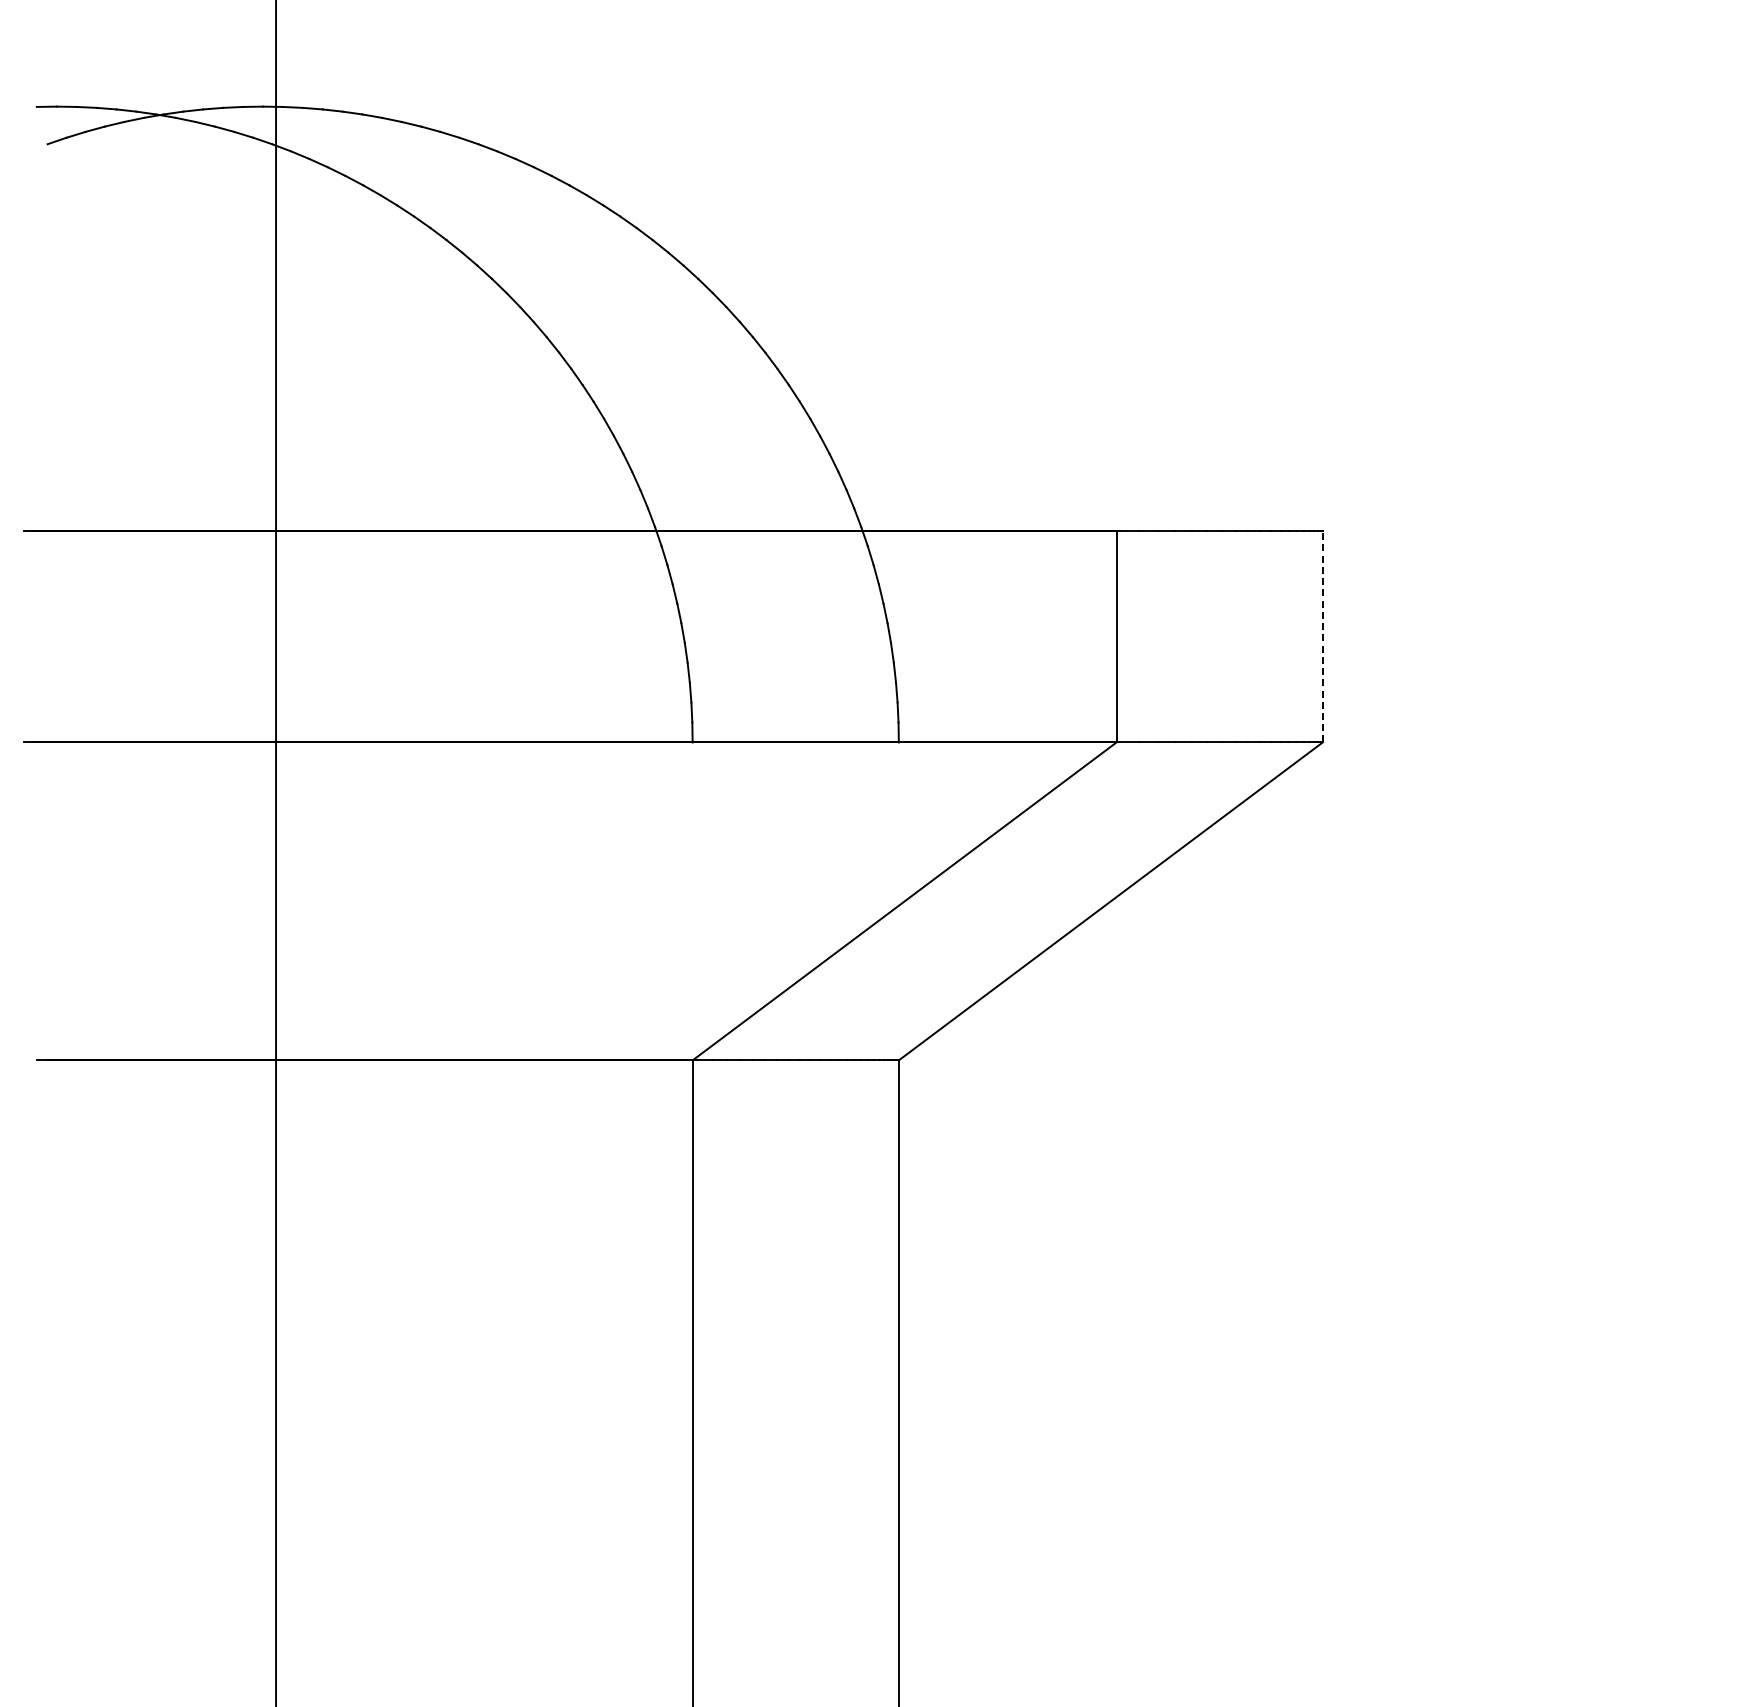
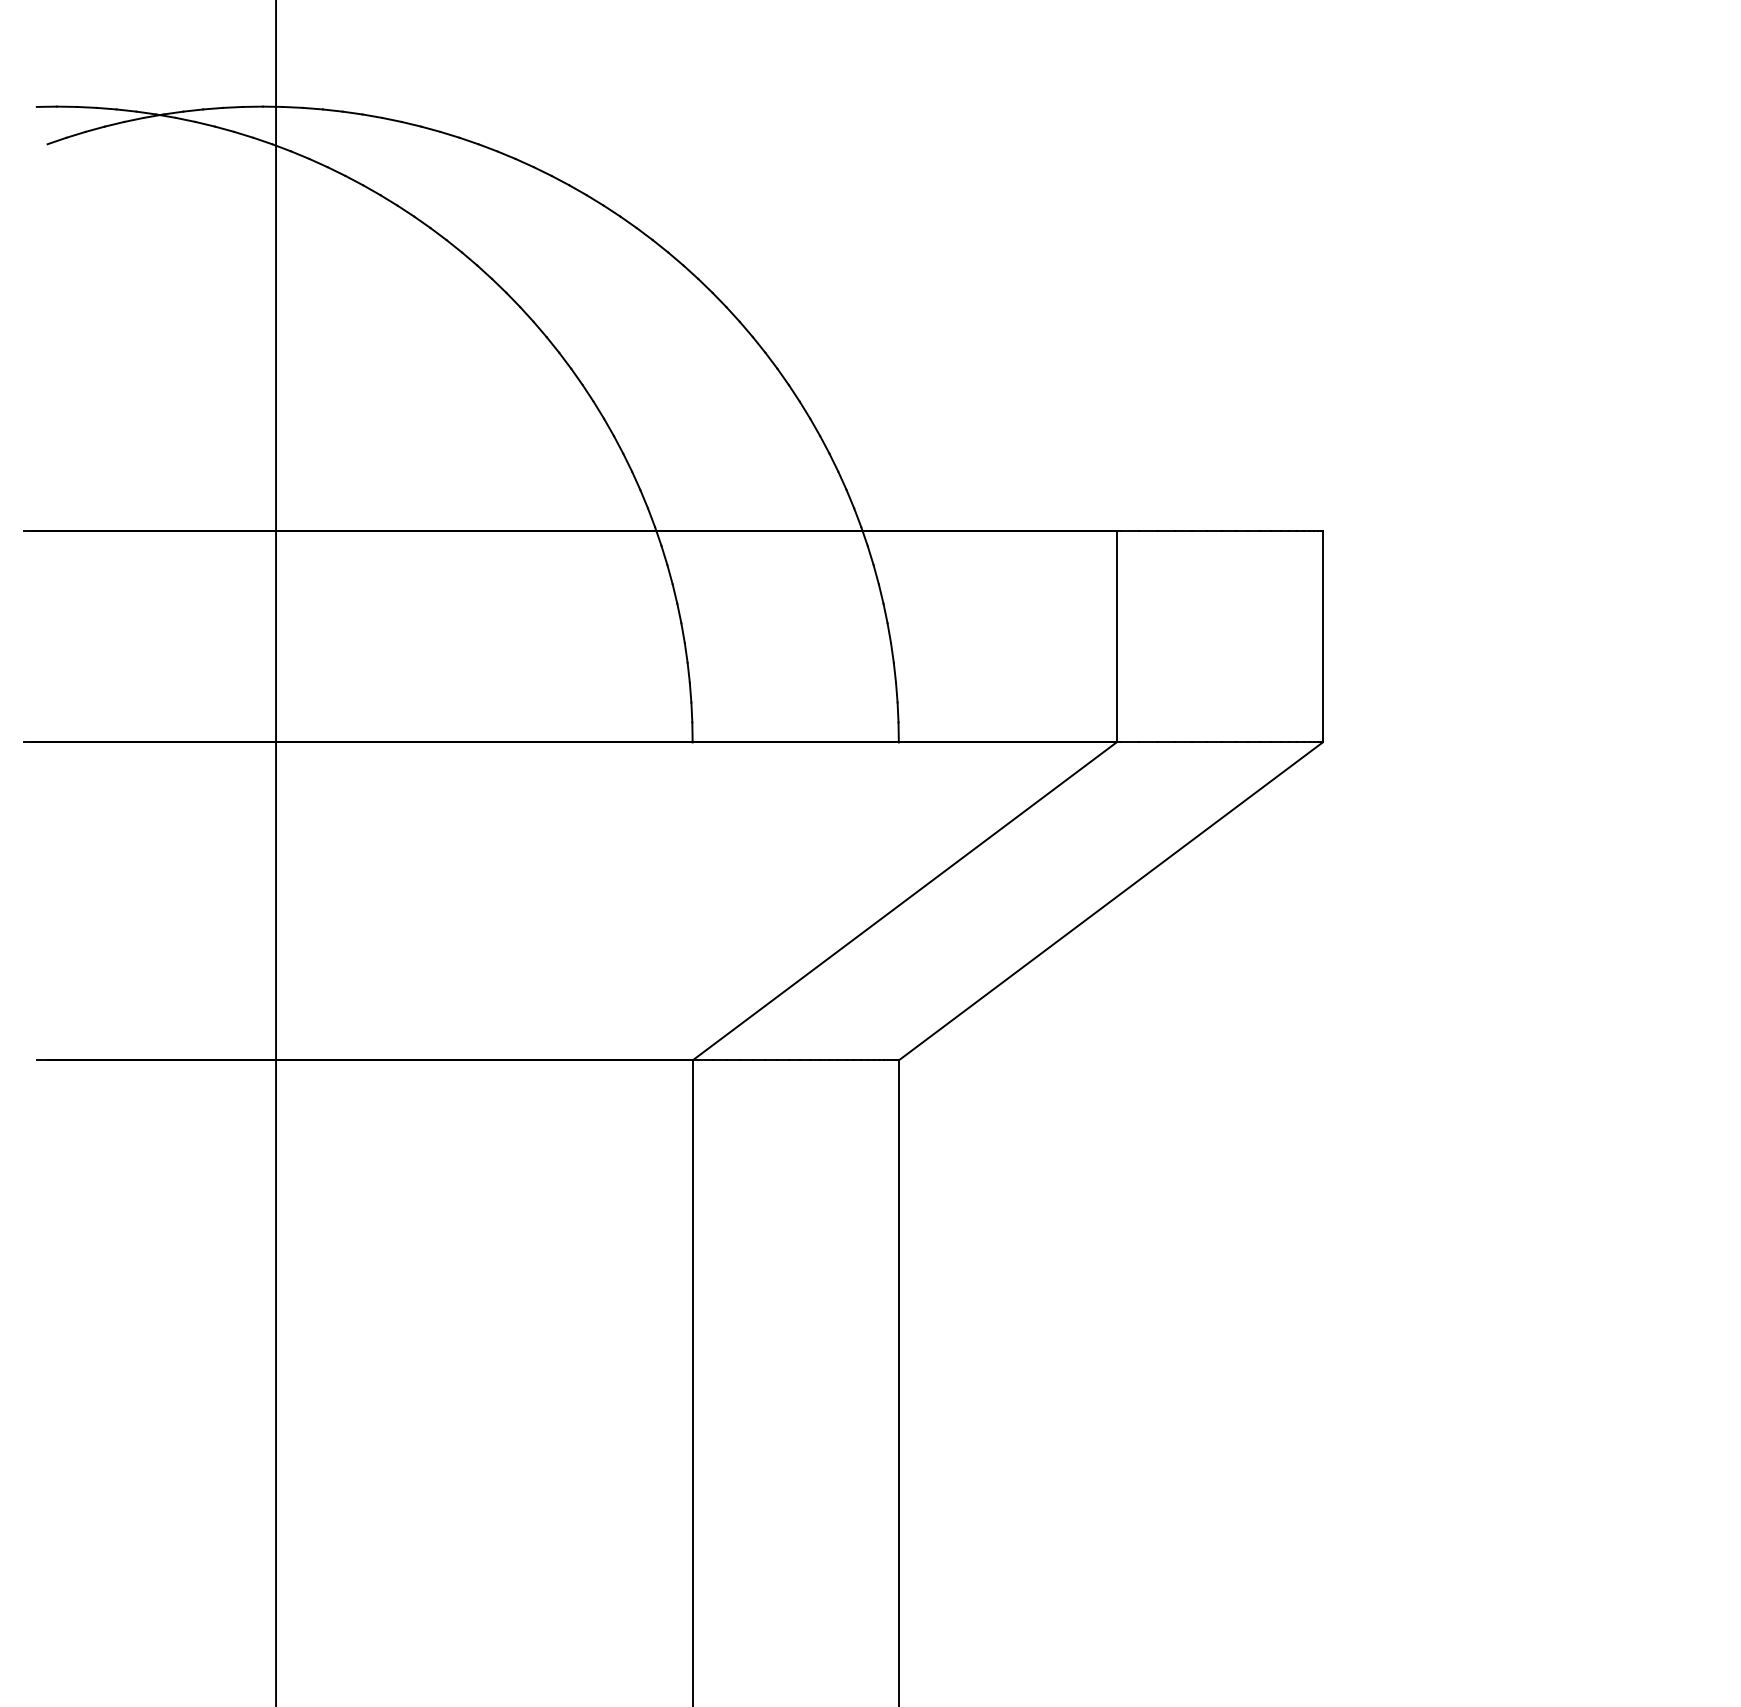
line at (1322, 636): dashed -> solid
